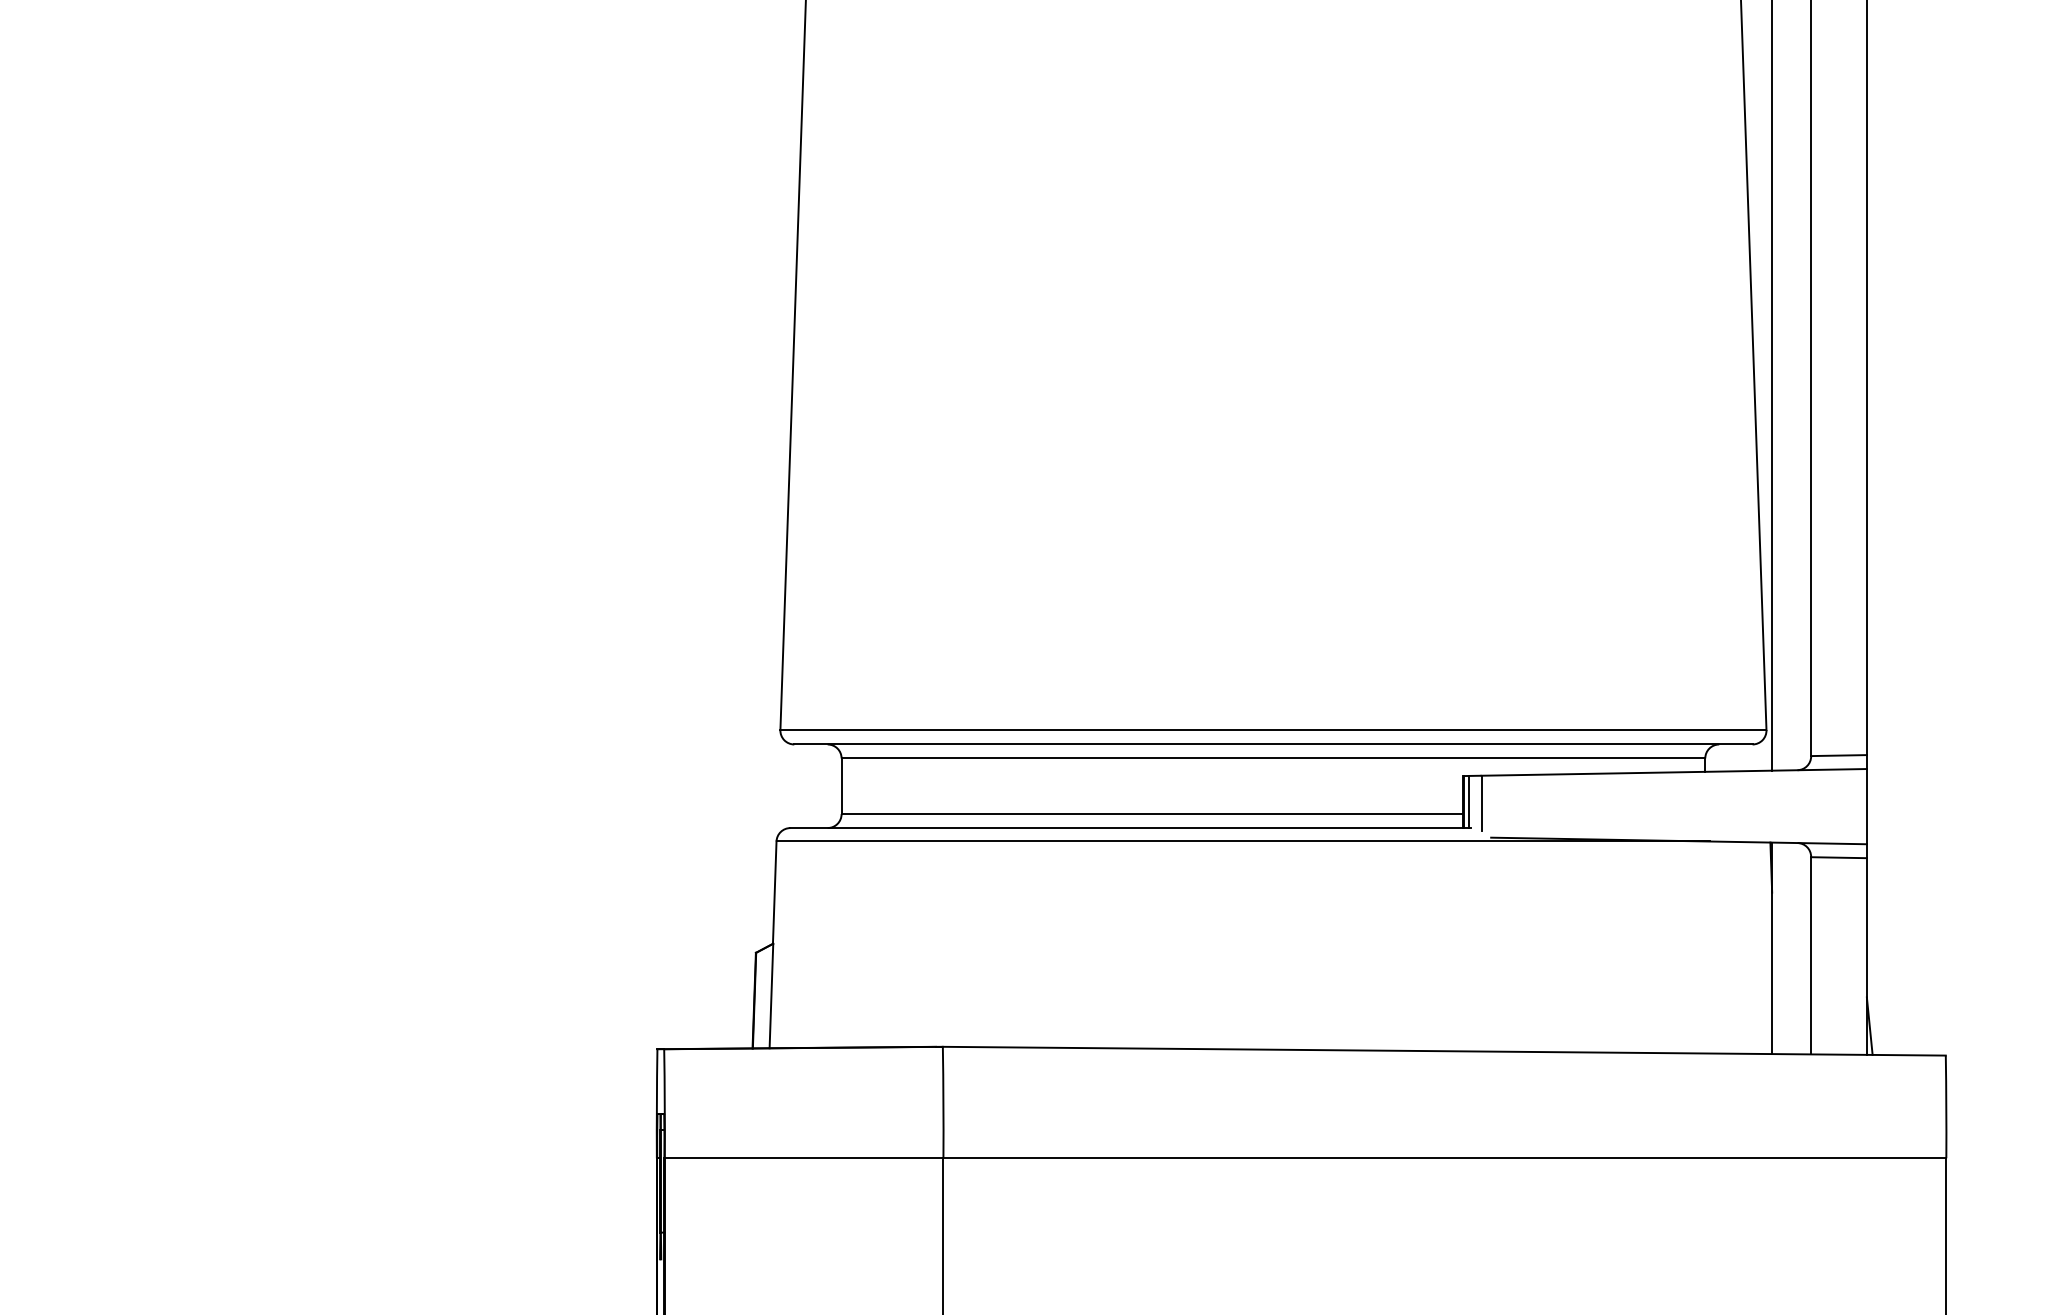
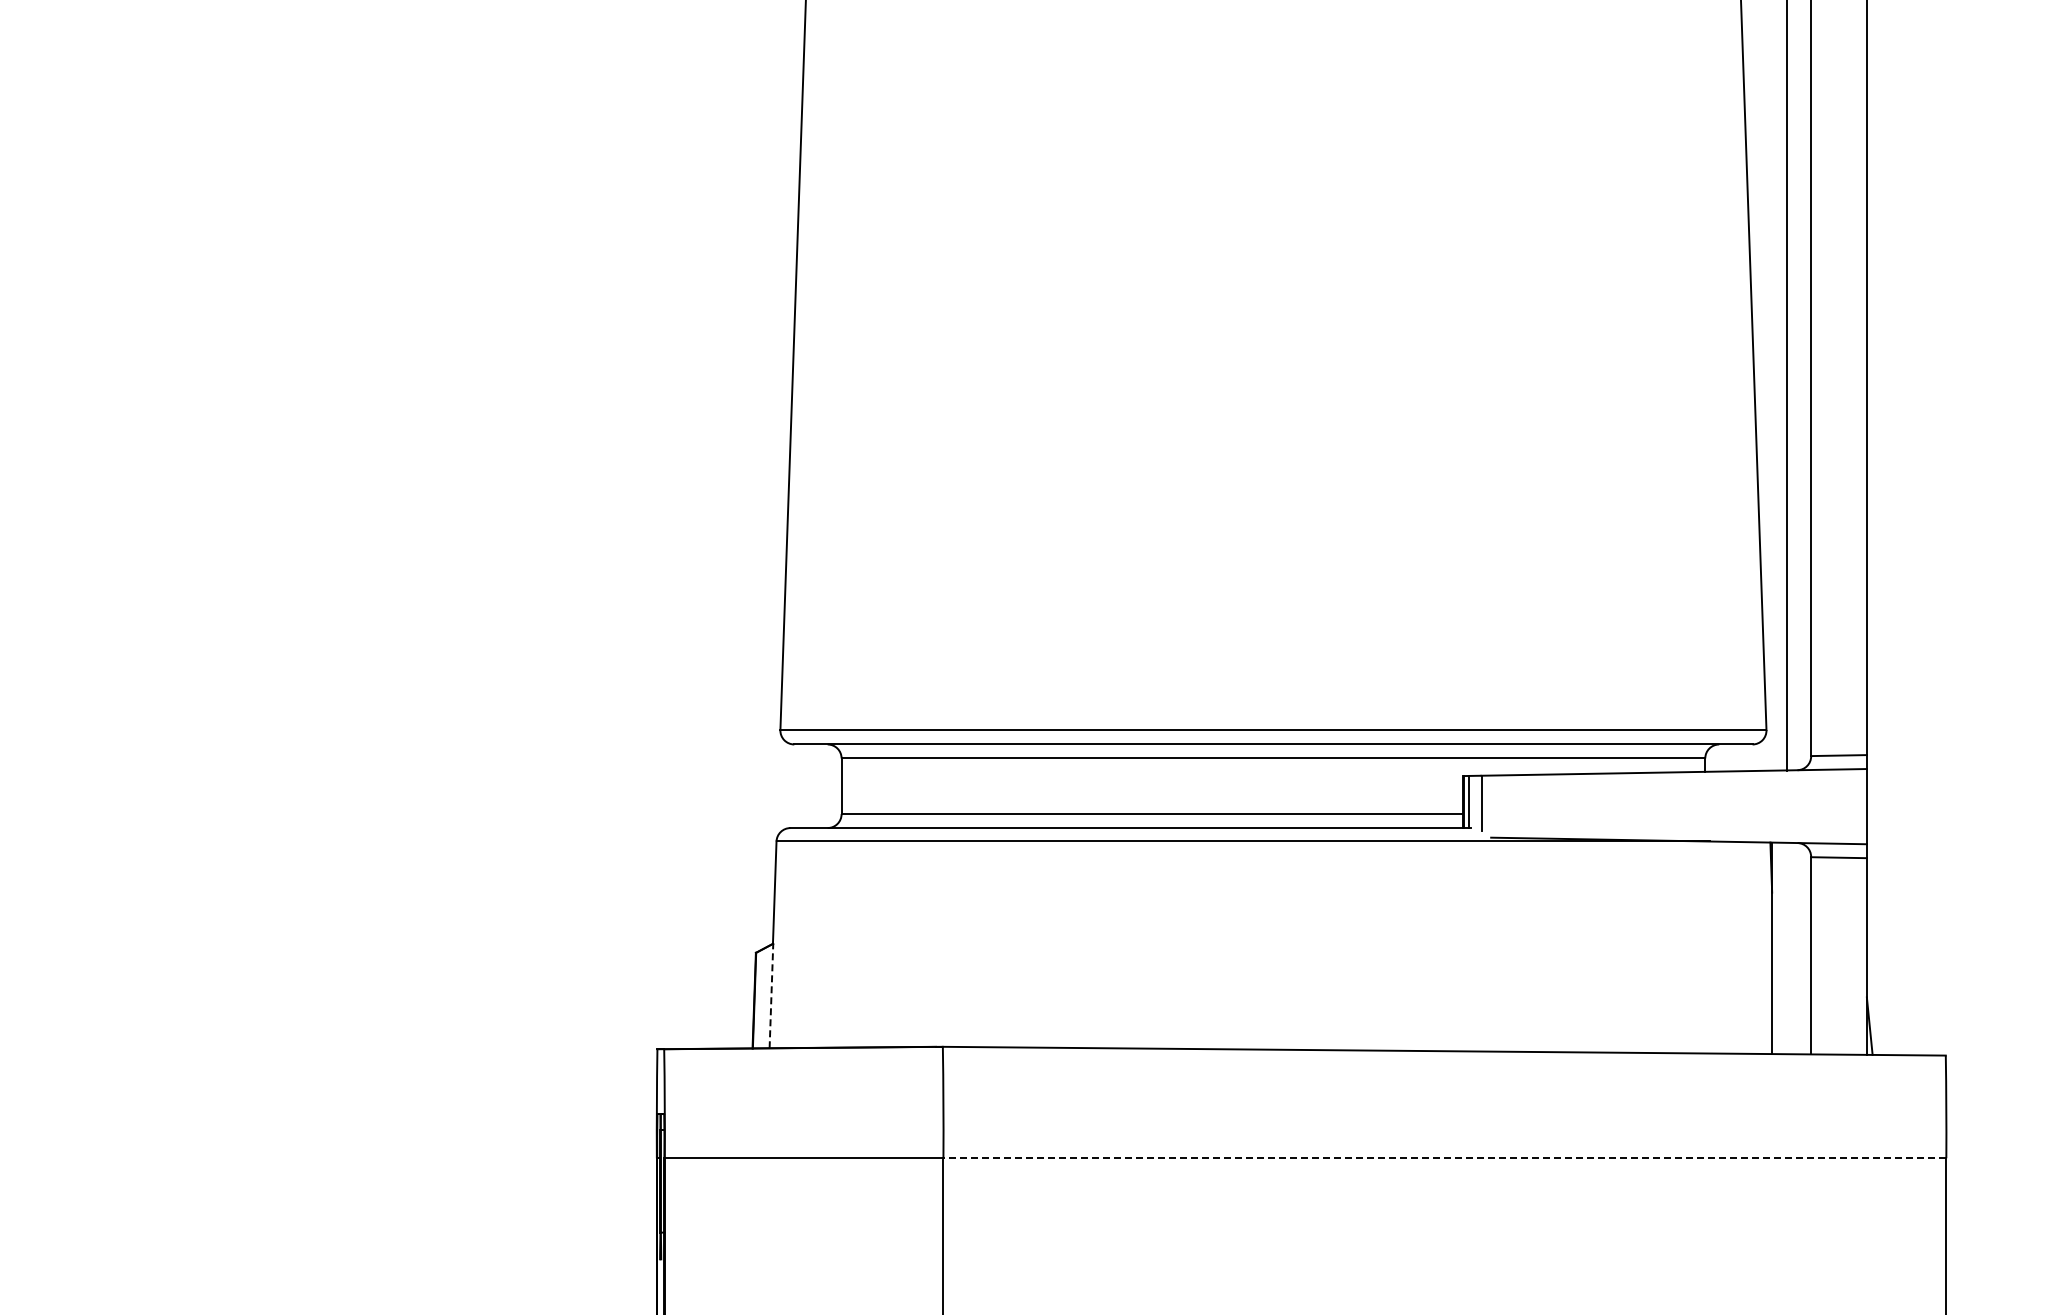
line at (1772, 386) position: (1772, 386) -> (1787, 386)
line at (771, 995): solid -> dashed
line at (1444, 1158): solid -> dashed
